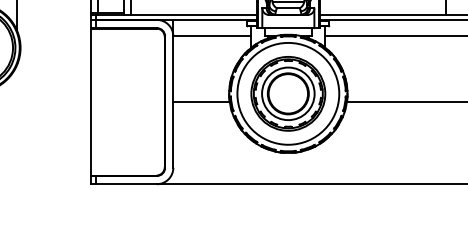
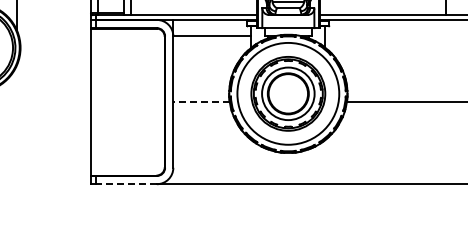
line at (394, 36): present -> none
line at (201, 102): solid -> dashed
line at (126, 184): solid -> dashed
